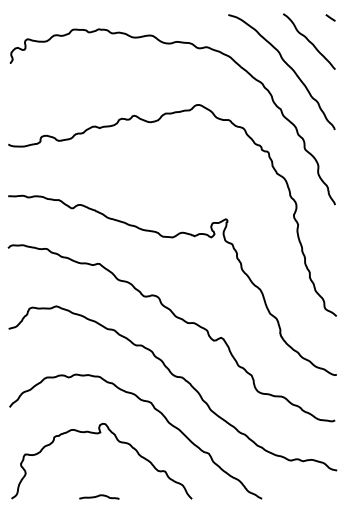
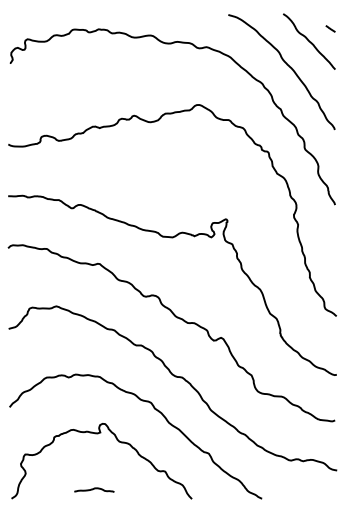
curve at (330, 17) position: (330, 17) -> (330, 28)
curve at (99, 496) position: (99, 496) -> (94, 489)
